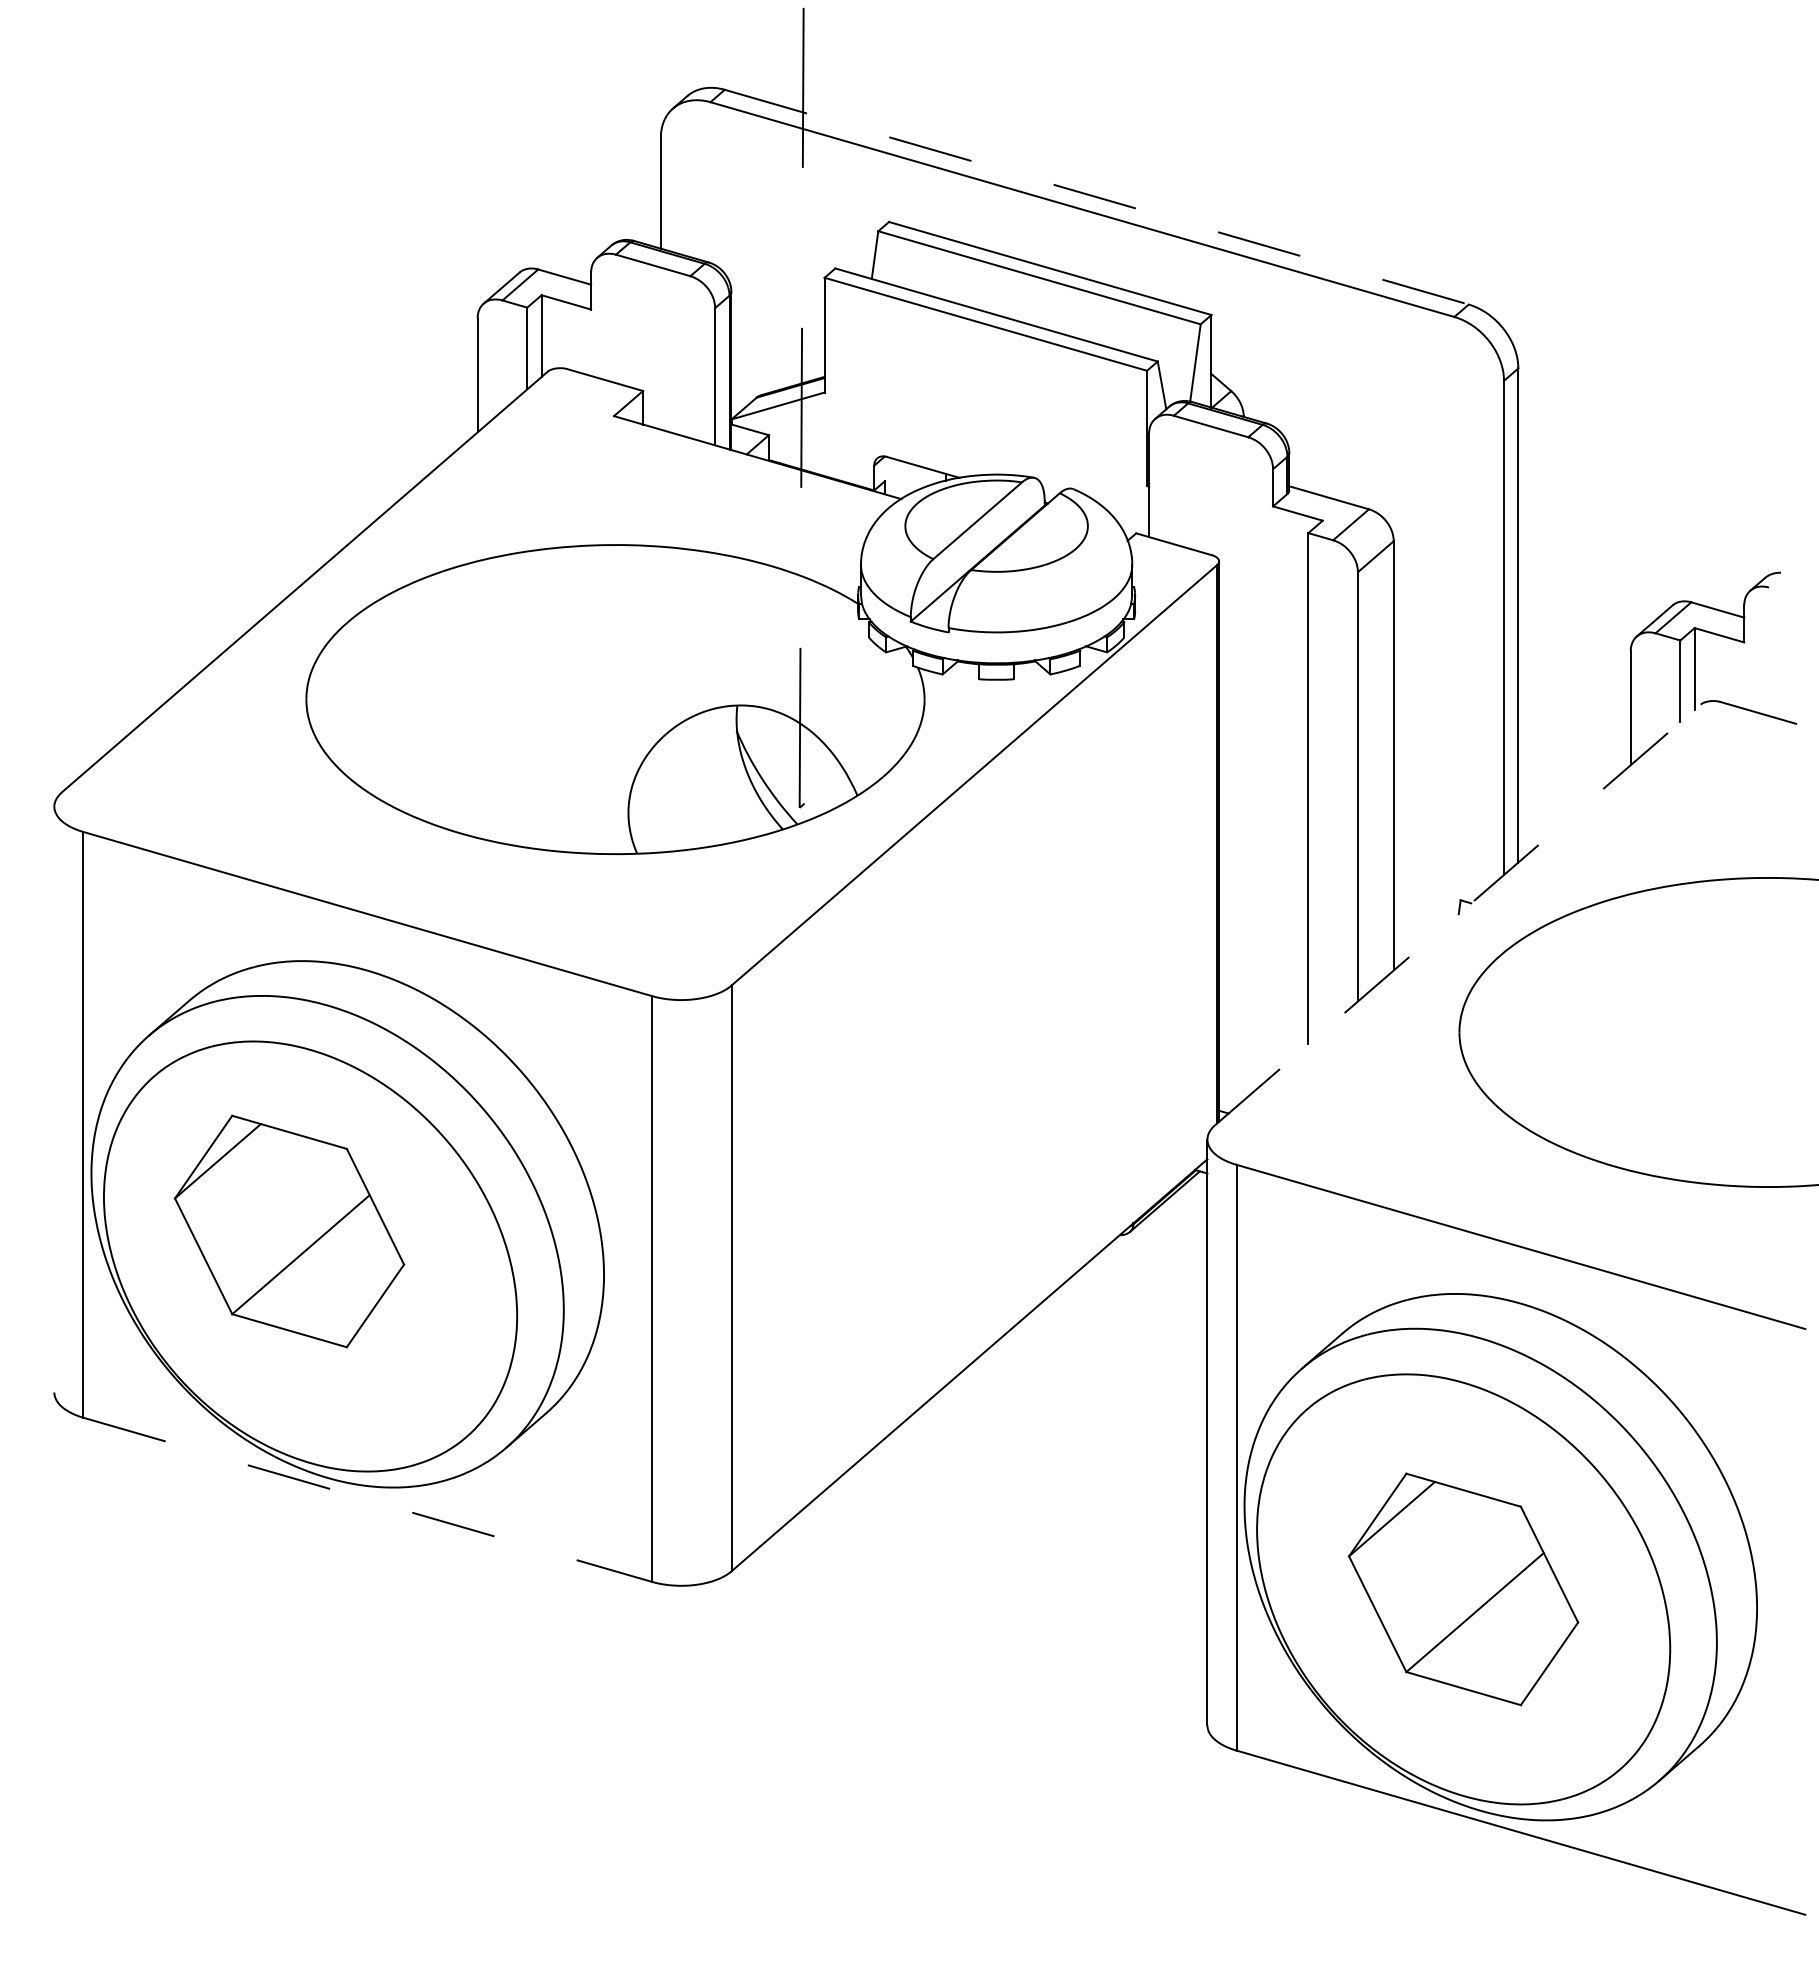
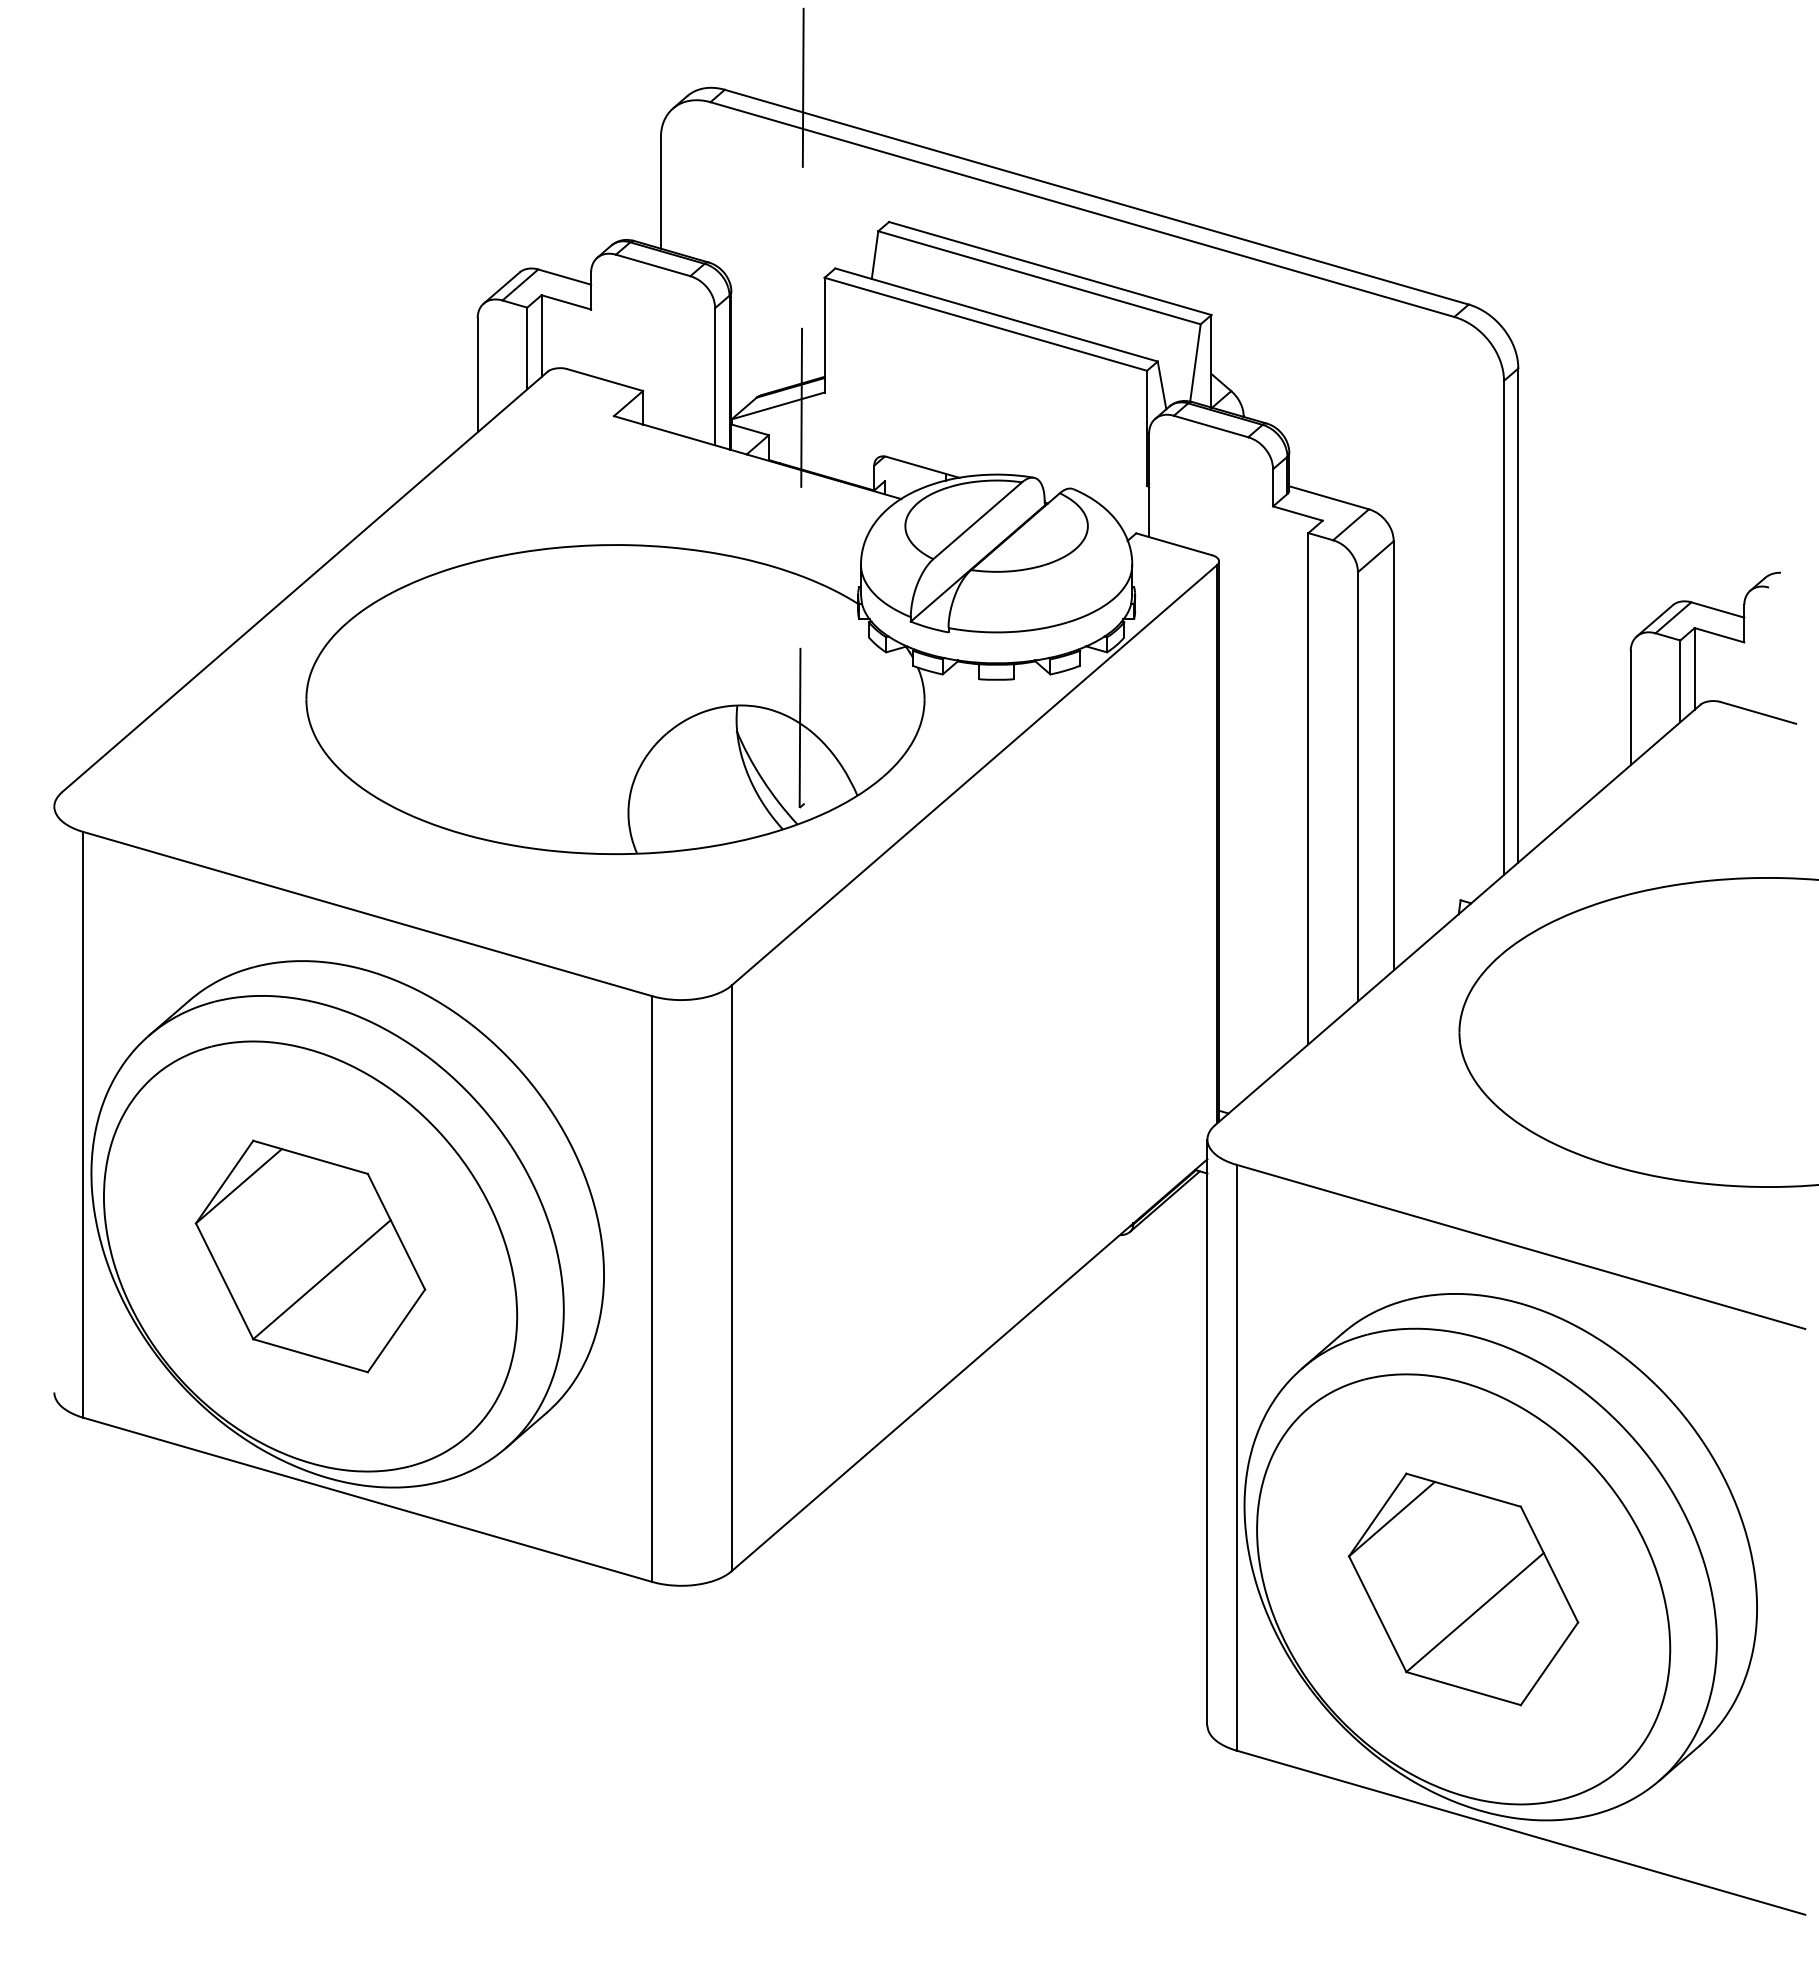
line at (1097, 197): dashed -> solid
line at (1458, 914): dashed -> solid
part at (289, 1231) position: (289, 1231) -> (310, 1256)
line at (368, 1499): dashed -> solid
